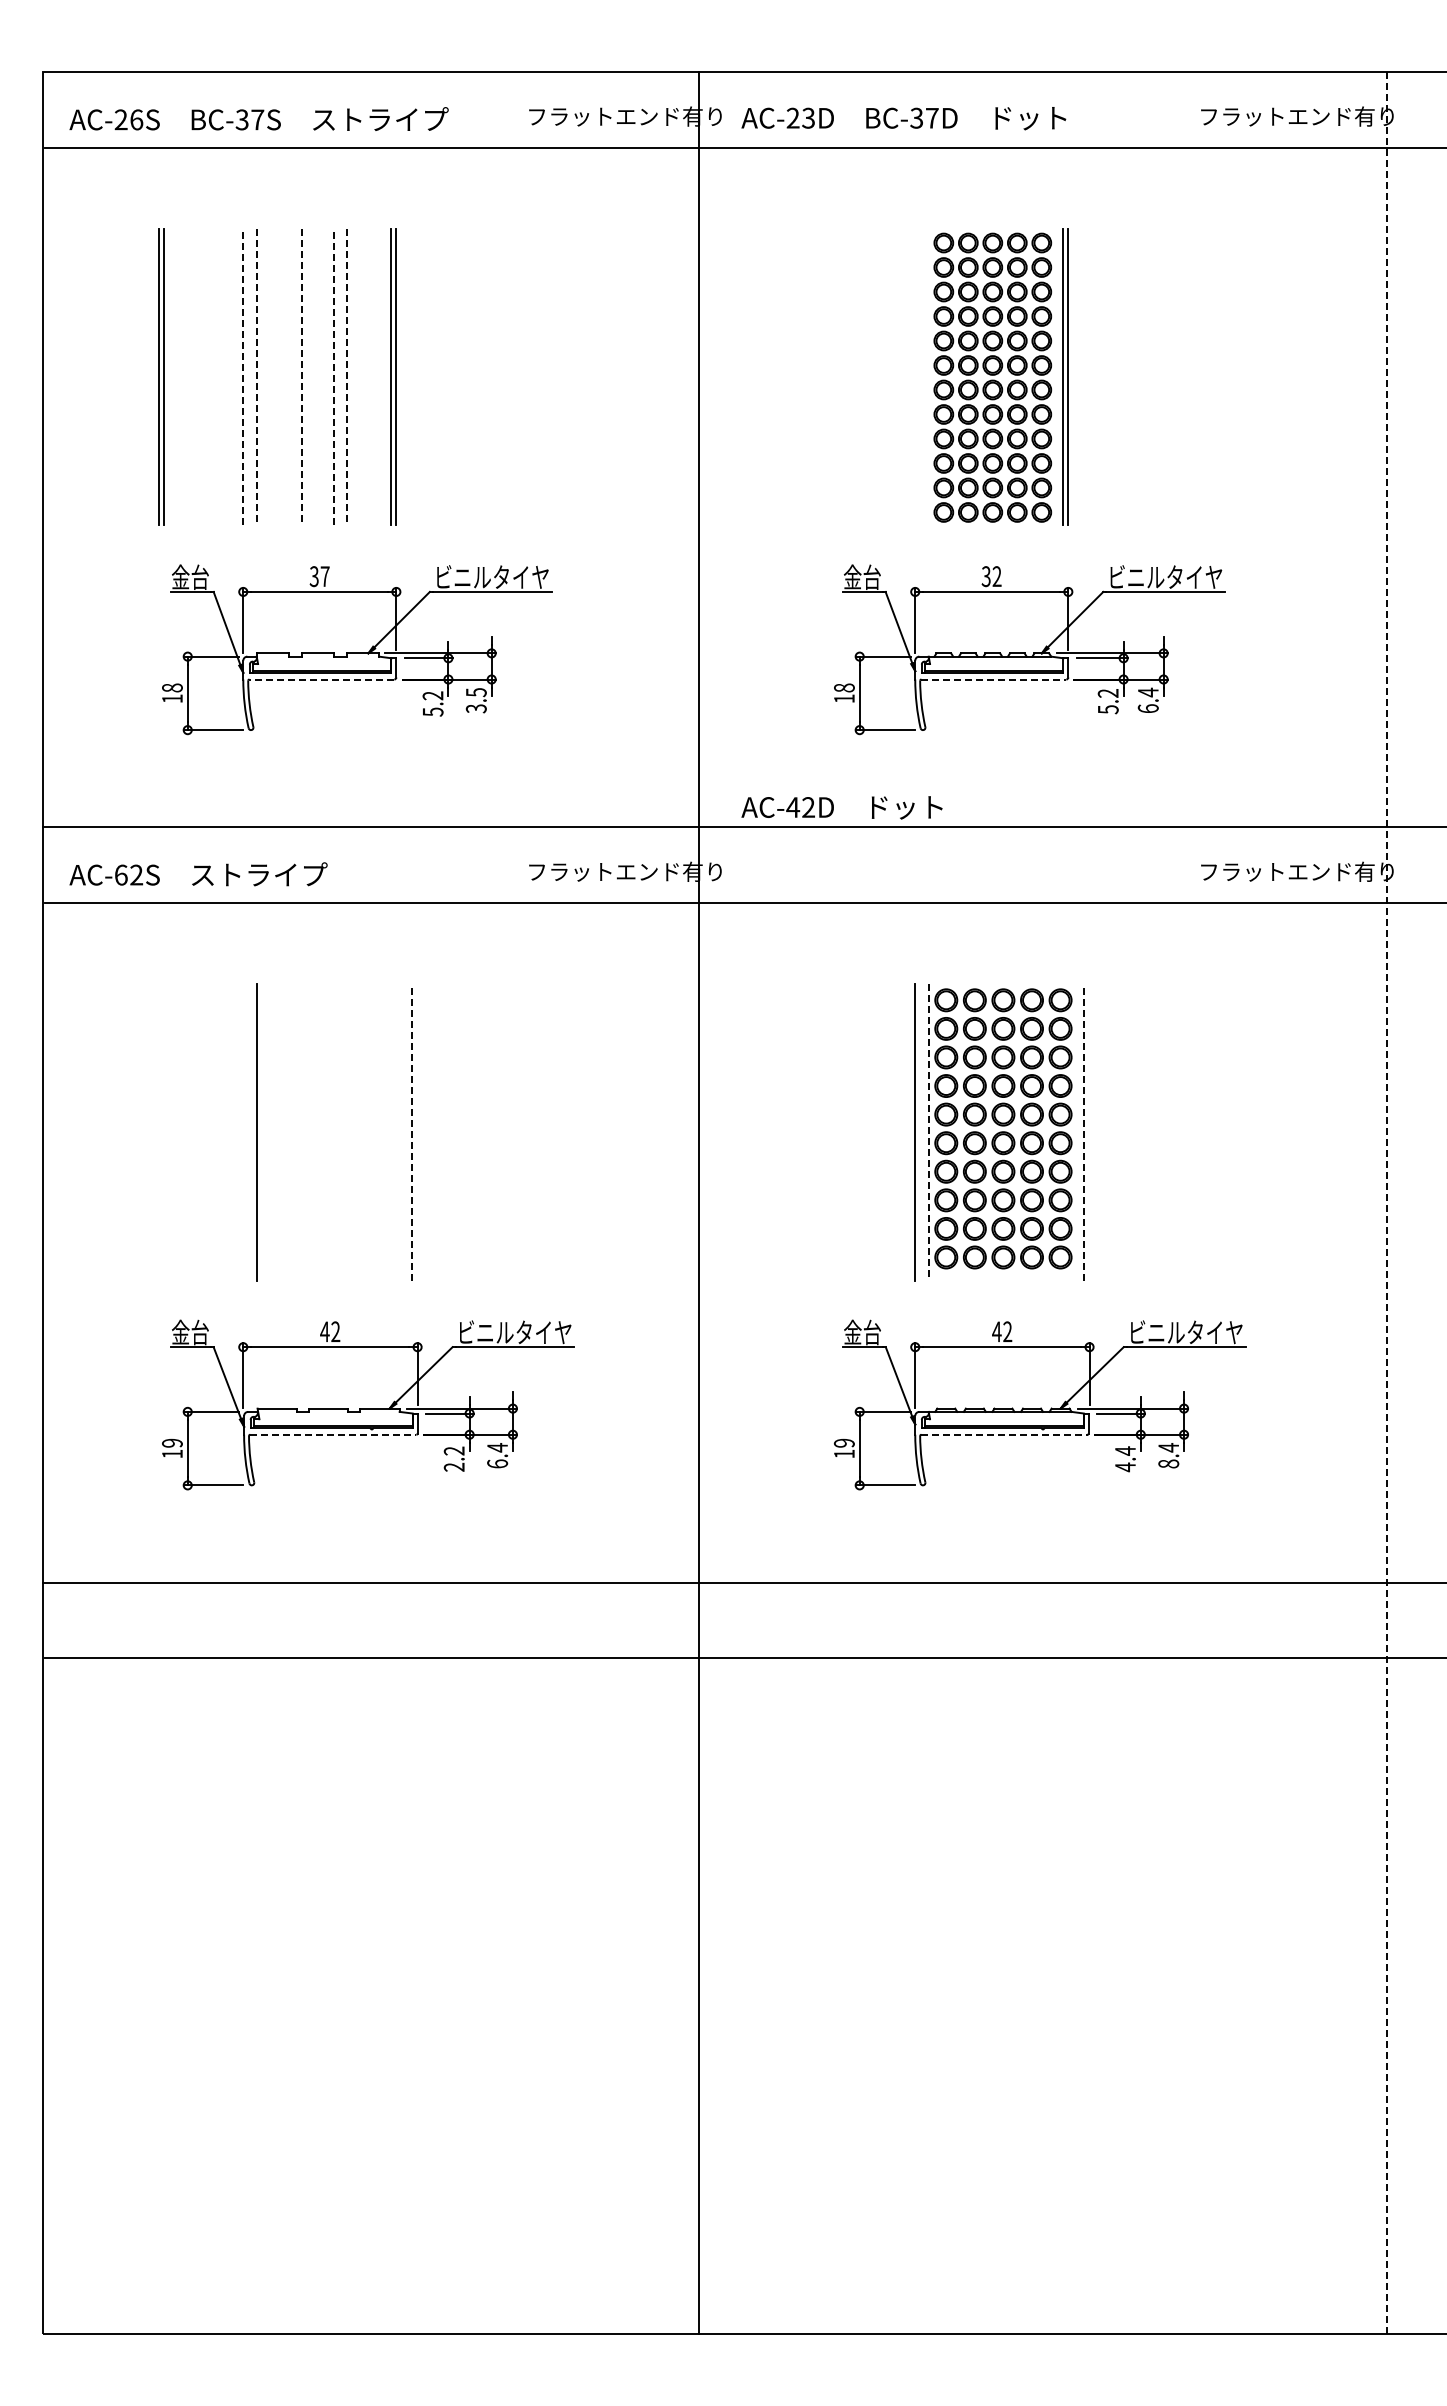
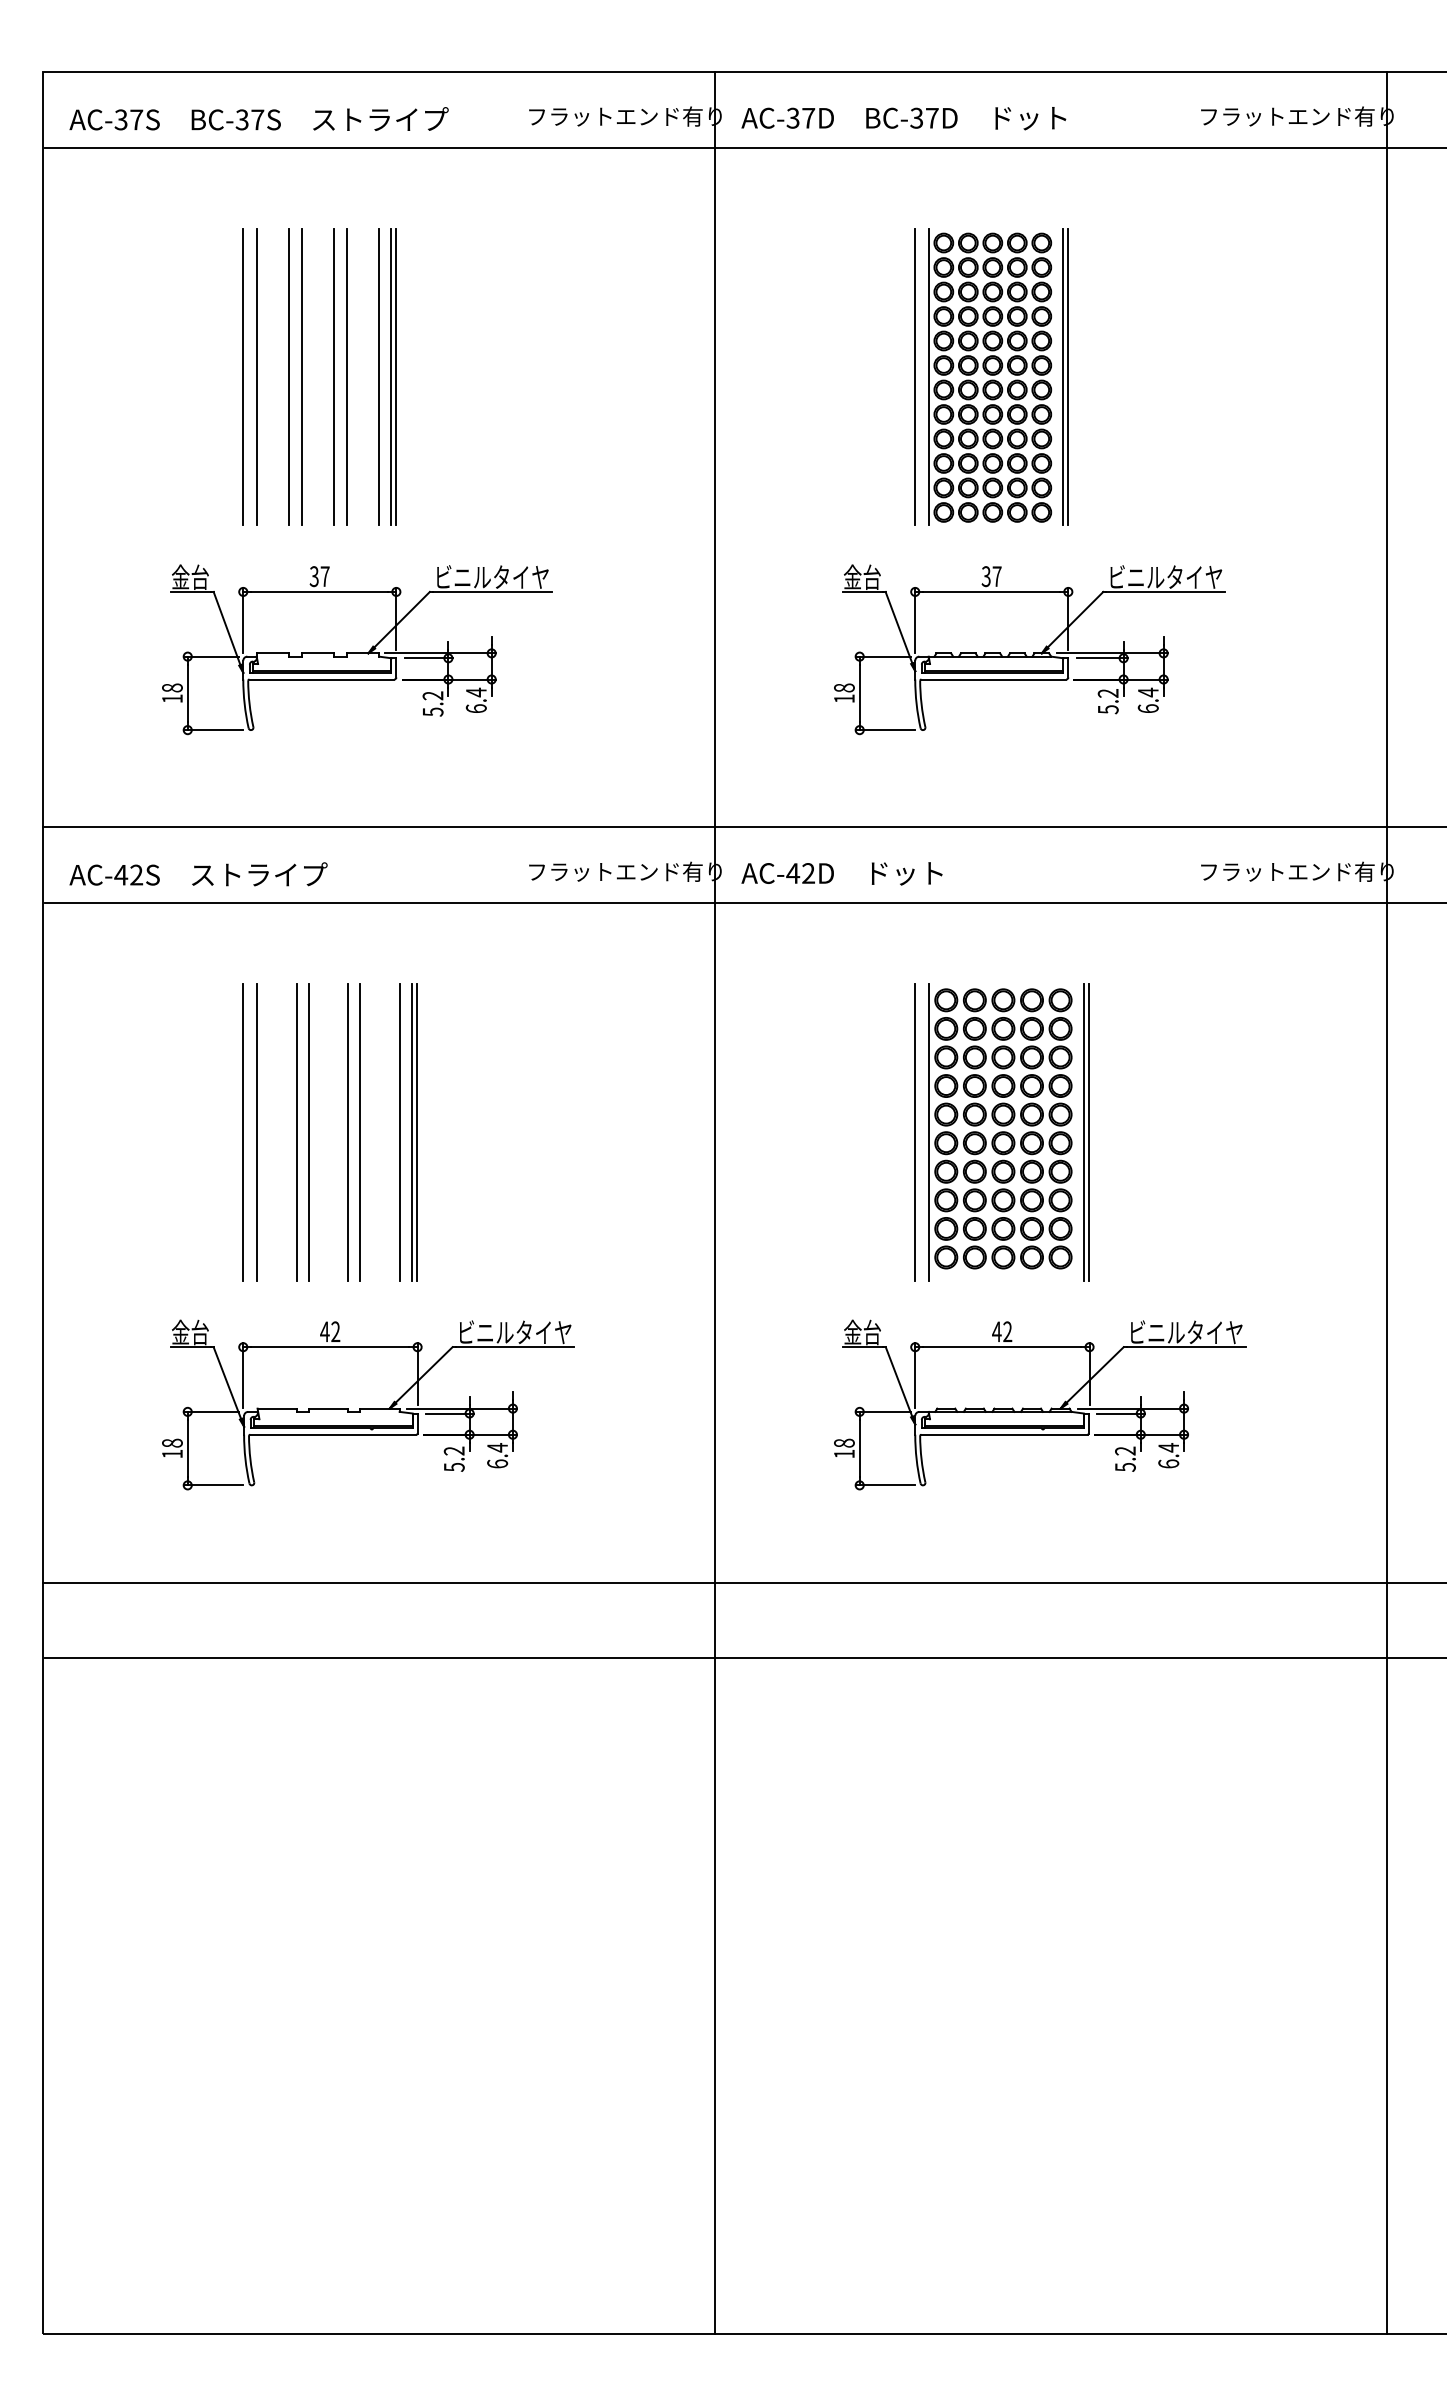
text at (800, 117): AC-23D -> AC-37D
text at (128, 119): AC-26S -> AC-37S
part at (161, 376): present -> none
line at (243, 376): dashed -> solid
line at (289, 376): none -> present
line at (334, 376): dashed -> solid
line at (379, 376): none -> present
line at (914, 376): none -> present
line at (928, 376): none -> present
line at (256, 377): dashed -> solid
line at (301, 377): dashed -> solid
line at (346, 377): dashed -> solid
text at (996, 576): 32 -> 37
line at (321, 679): dashed -> solid
line at (994, 679): dashed -> solid
text at (475, 700): 3.5 -> 6.4
text at (841, 807) position: (841, 807) -> (841, 873)
text at (121, 874): AC-62S -> AC-42S
line at (243, 1131): none -> present
line at (296, 1131): none -> present
line at (309, 1131): none -> present
line at (348, 1131): none -> present
line at (360, 1131): none -> present
line at (399, 1131): none -> present
line at (411, 1131): dashed -> solid
line at (416, 1131): none -> present
line at (1083, 1131): dashed -> solid
line at (1088, 1131): none -> present
line at (928, 1132): dashed -> solid
line at (699, 1202) position: (699, 1202) -> (715, 1202)
line at (1387, 1202): dashed -> solid
line at (333, 1434): dashed -> solid
line at (1004, 1434): dashed -> solid
text at (172, 1442): 19 -> 18
text at (844, 1442): 19 -> 18
text at (1125, 1459): 4.4 -> 5.2
text at (1168, 1463): 8.4 -> 6.4
text at (453, 1466): 2.2 -> 5.2
